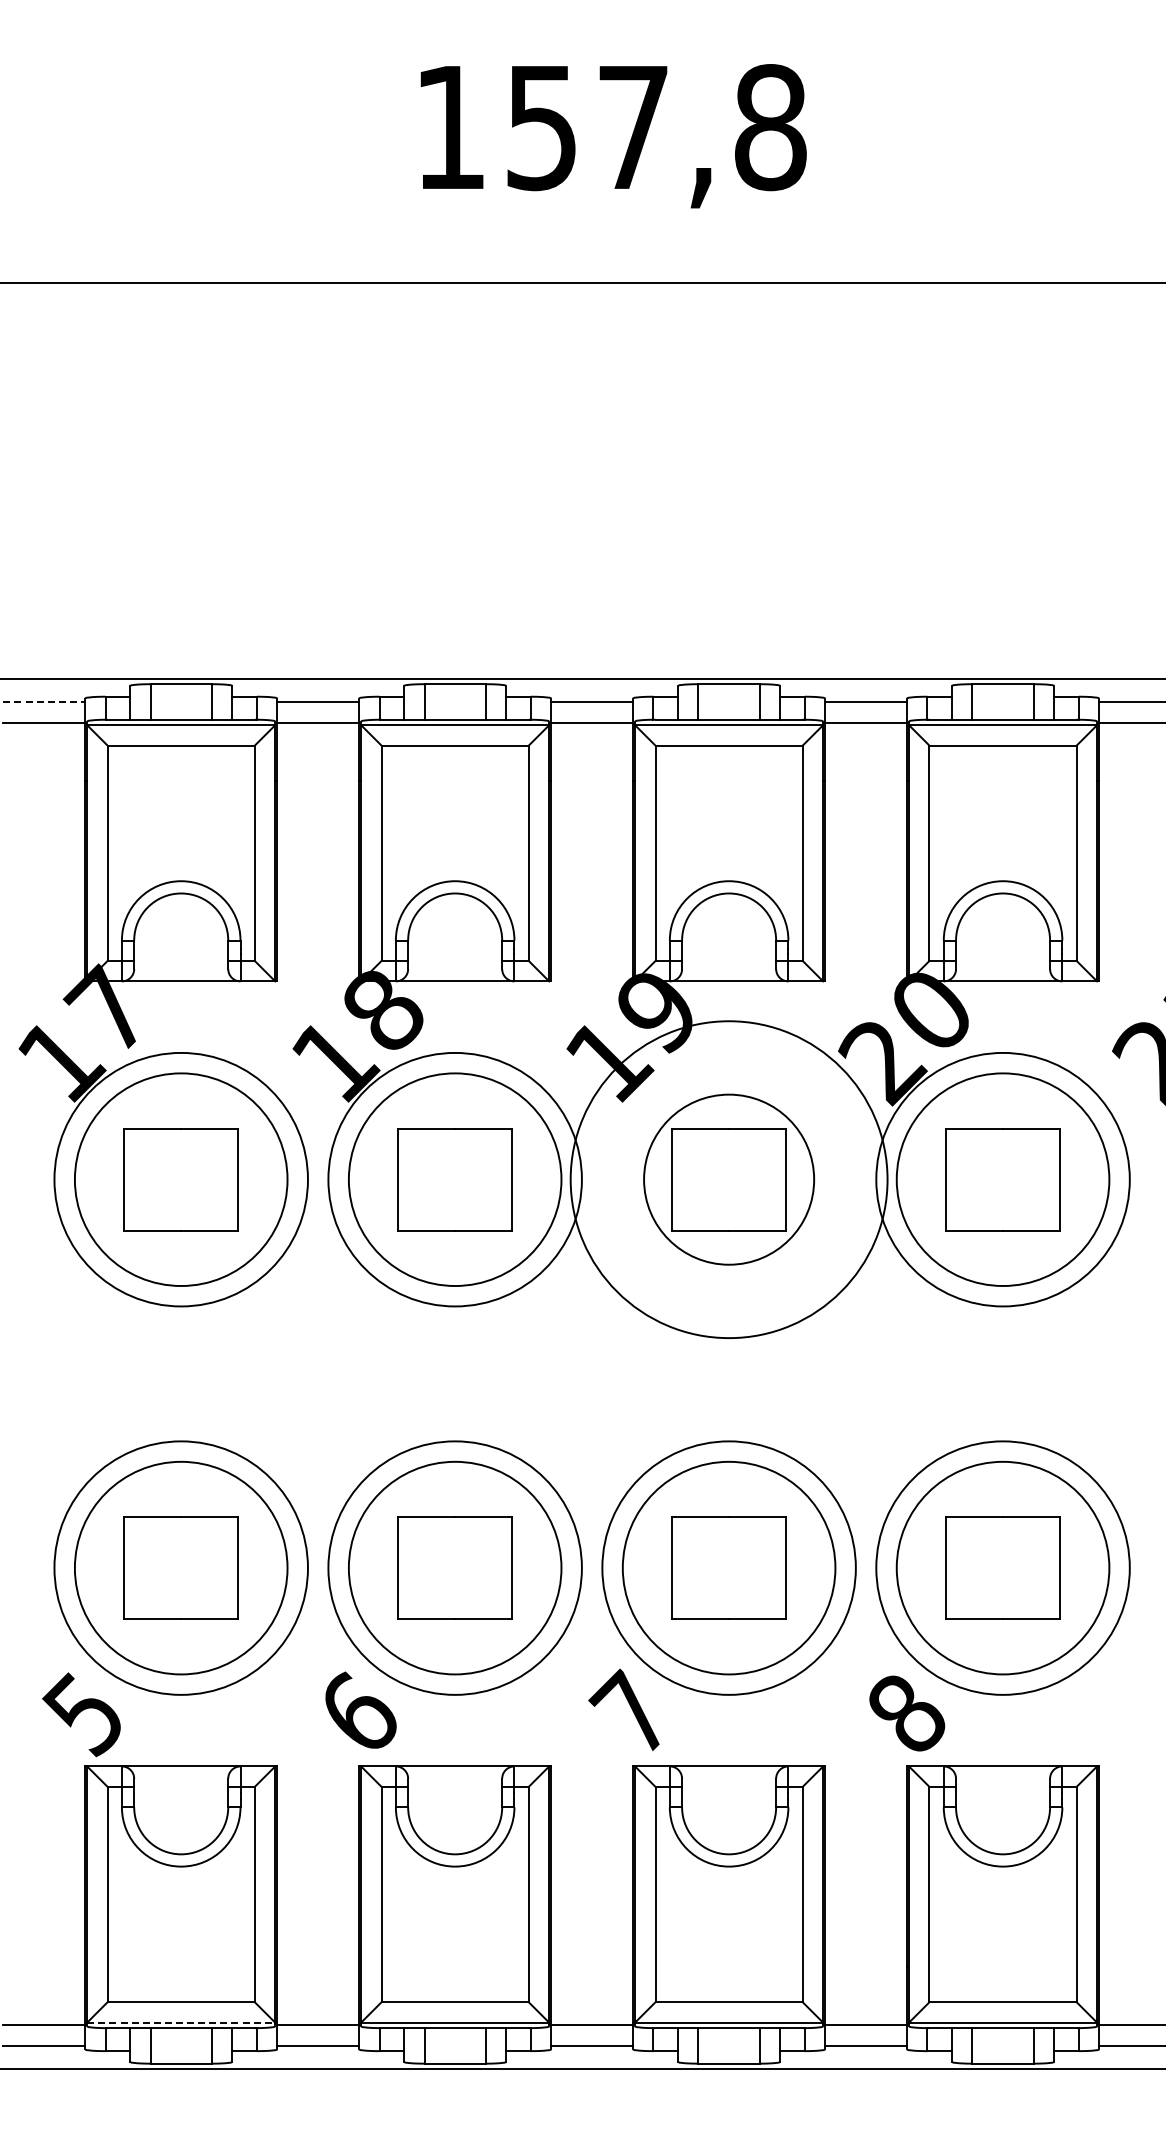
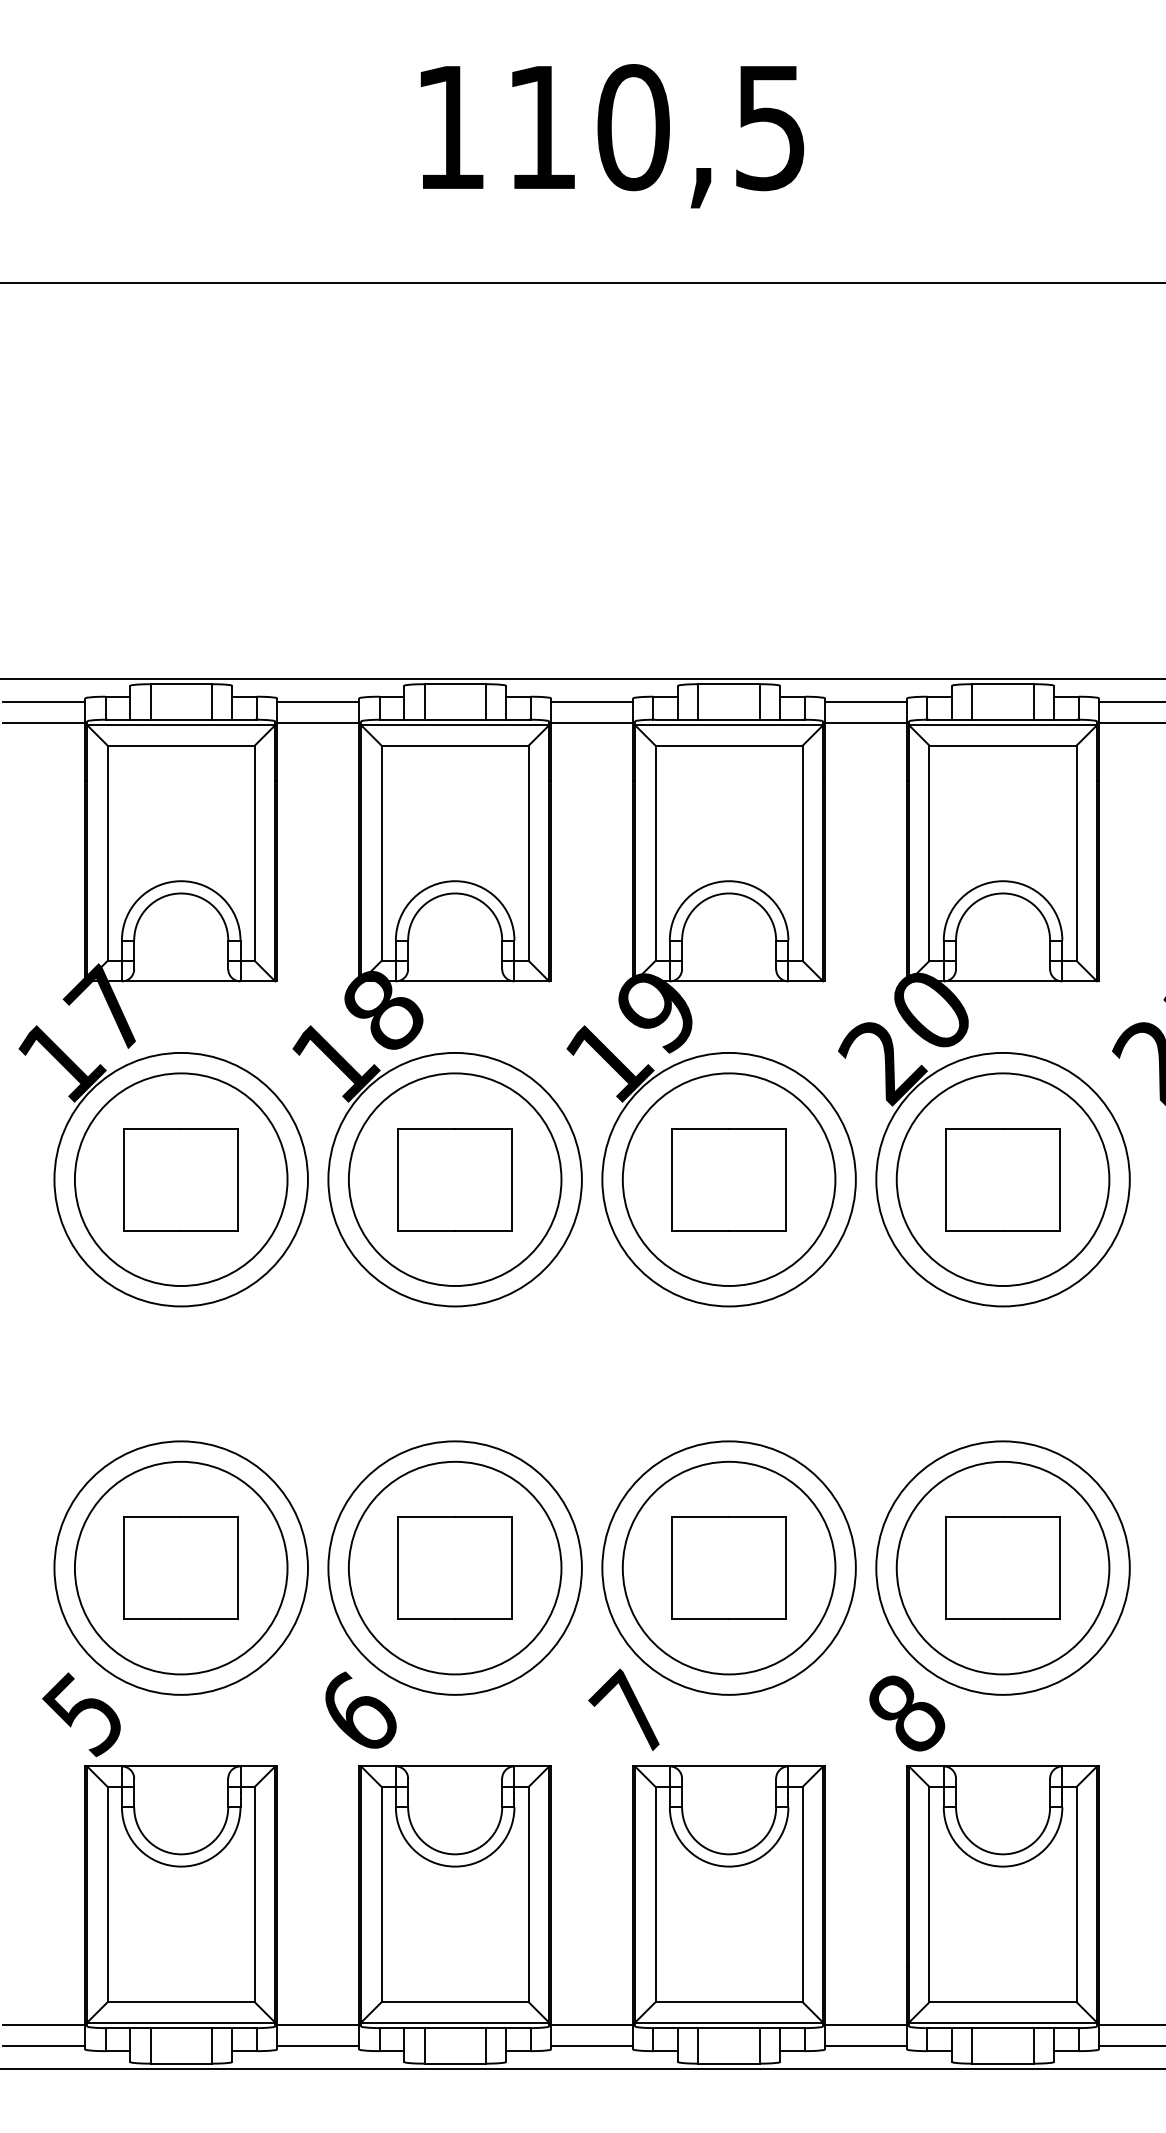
text at (656, 127): 157,8 -> 110,5
line at (44, 702): dashed -> solid
circle at (728, 1179) diameter: 317 px -> 254 px
circle at (729, 1179) diameter: 170 px -> 213 px
line at (181, 2022): dashed -> solid
